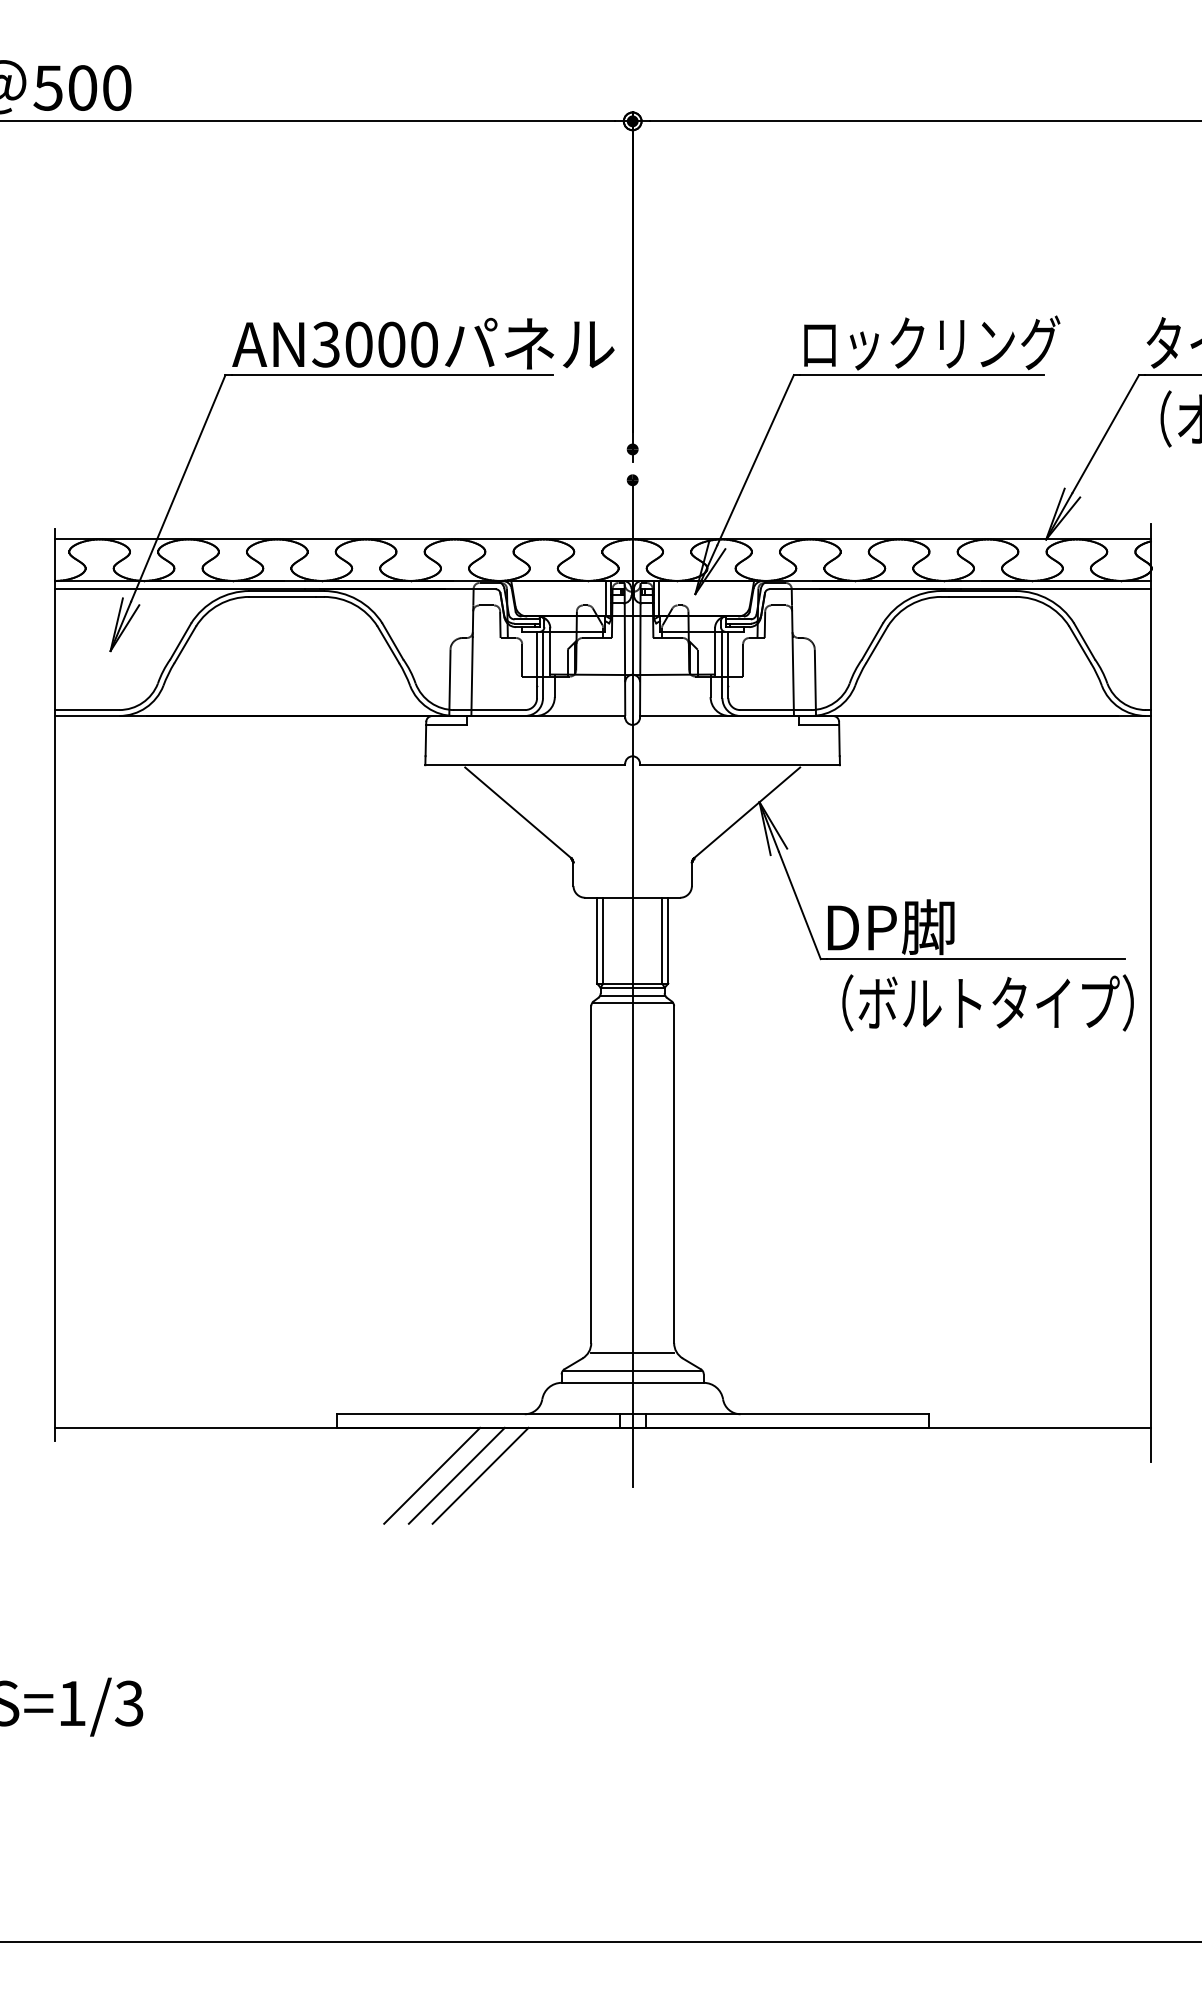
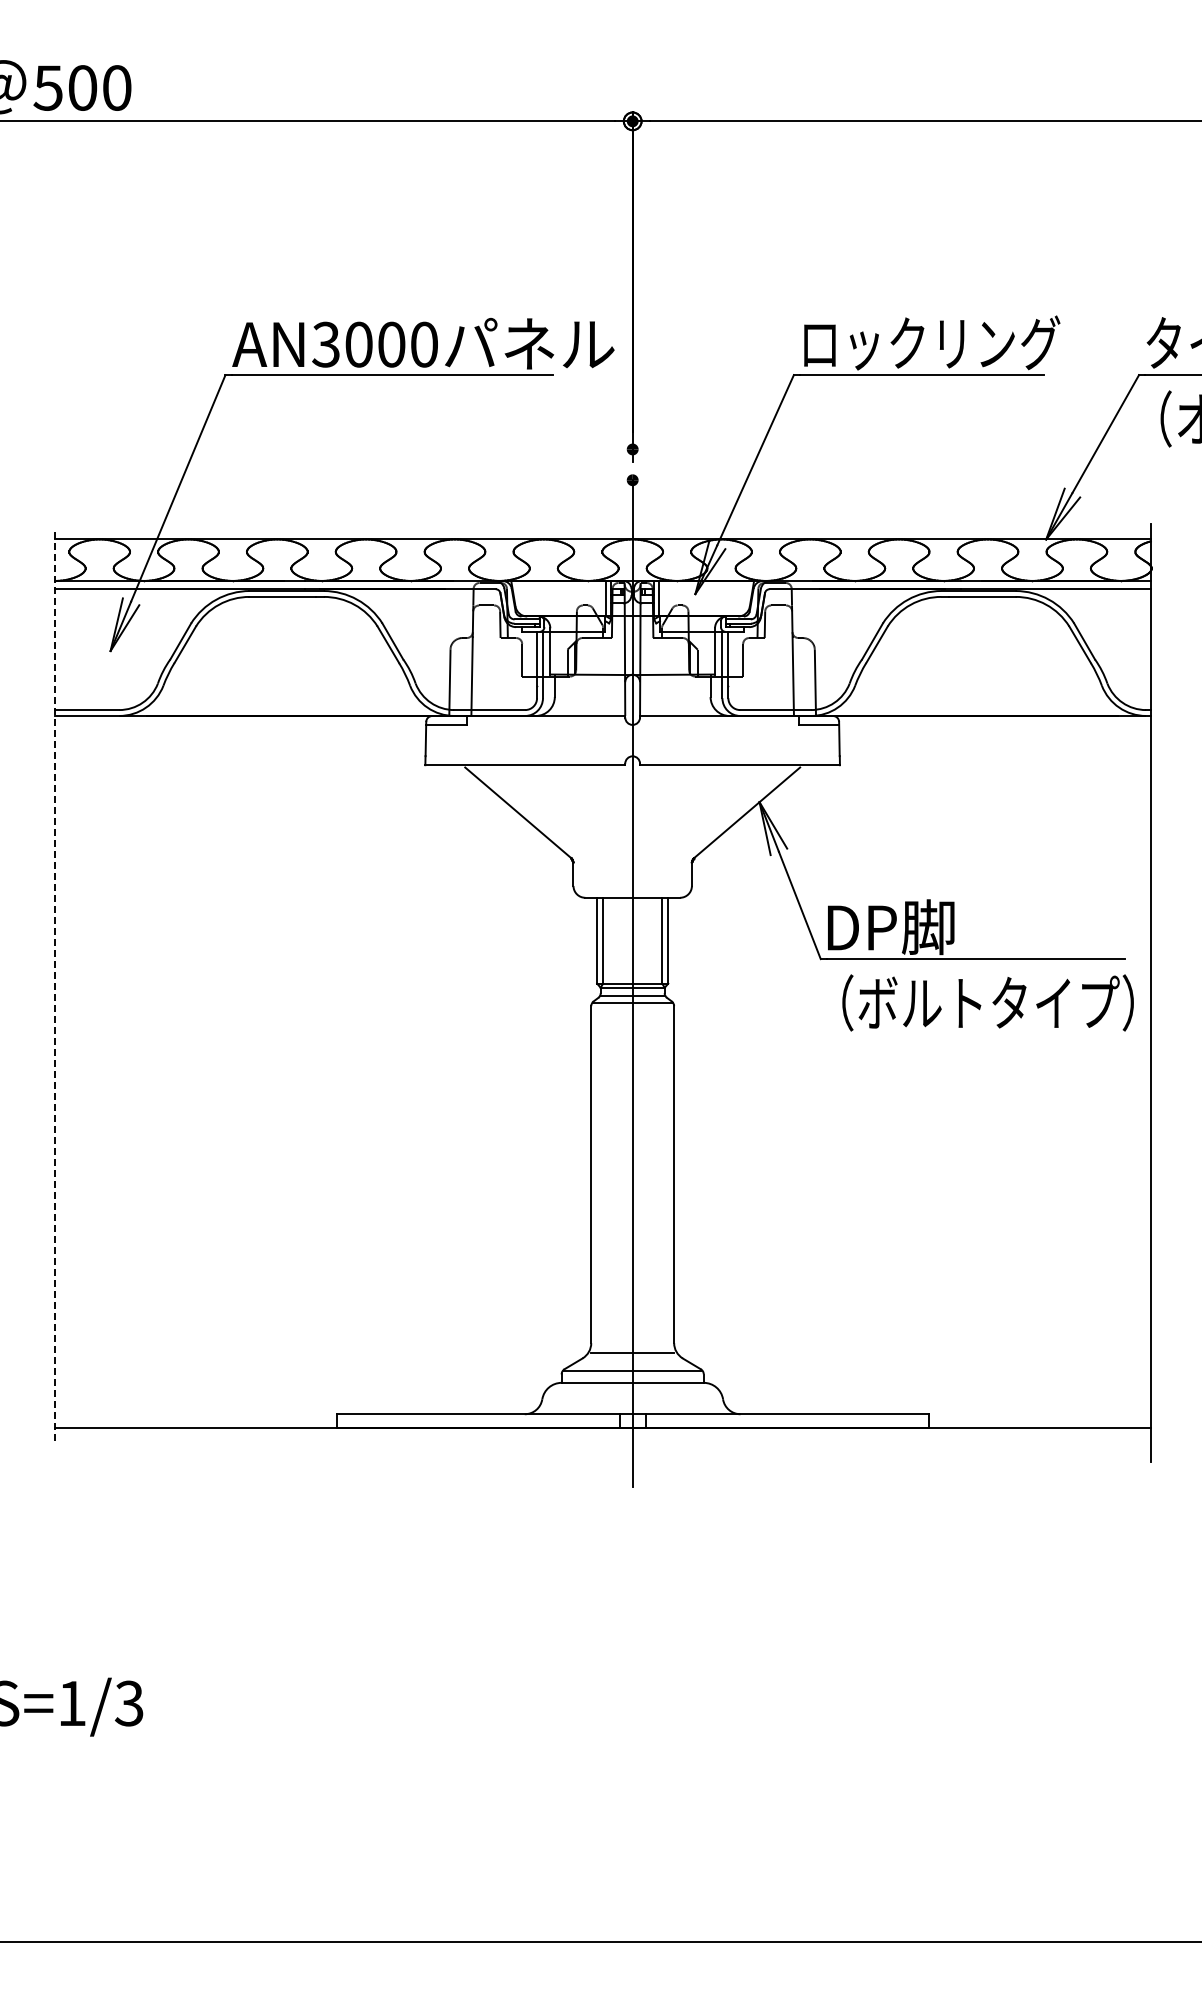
line at (55, 984): solid -> dashed
line at (432, 1475): present -> none
line at (456, 1475): present -> none
line at (480, 1475): present -> none
